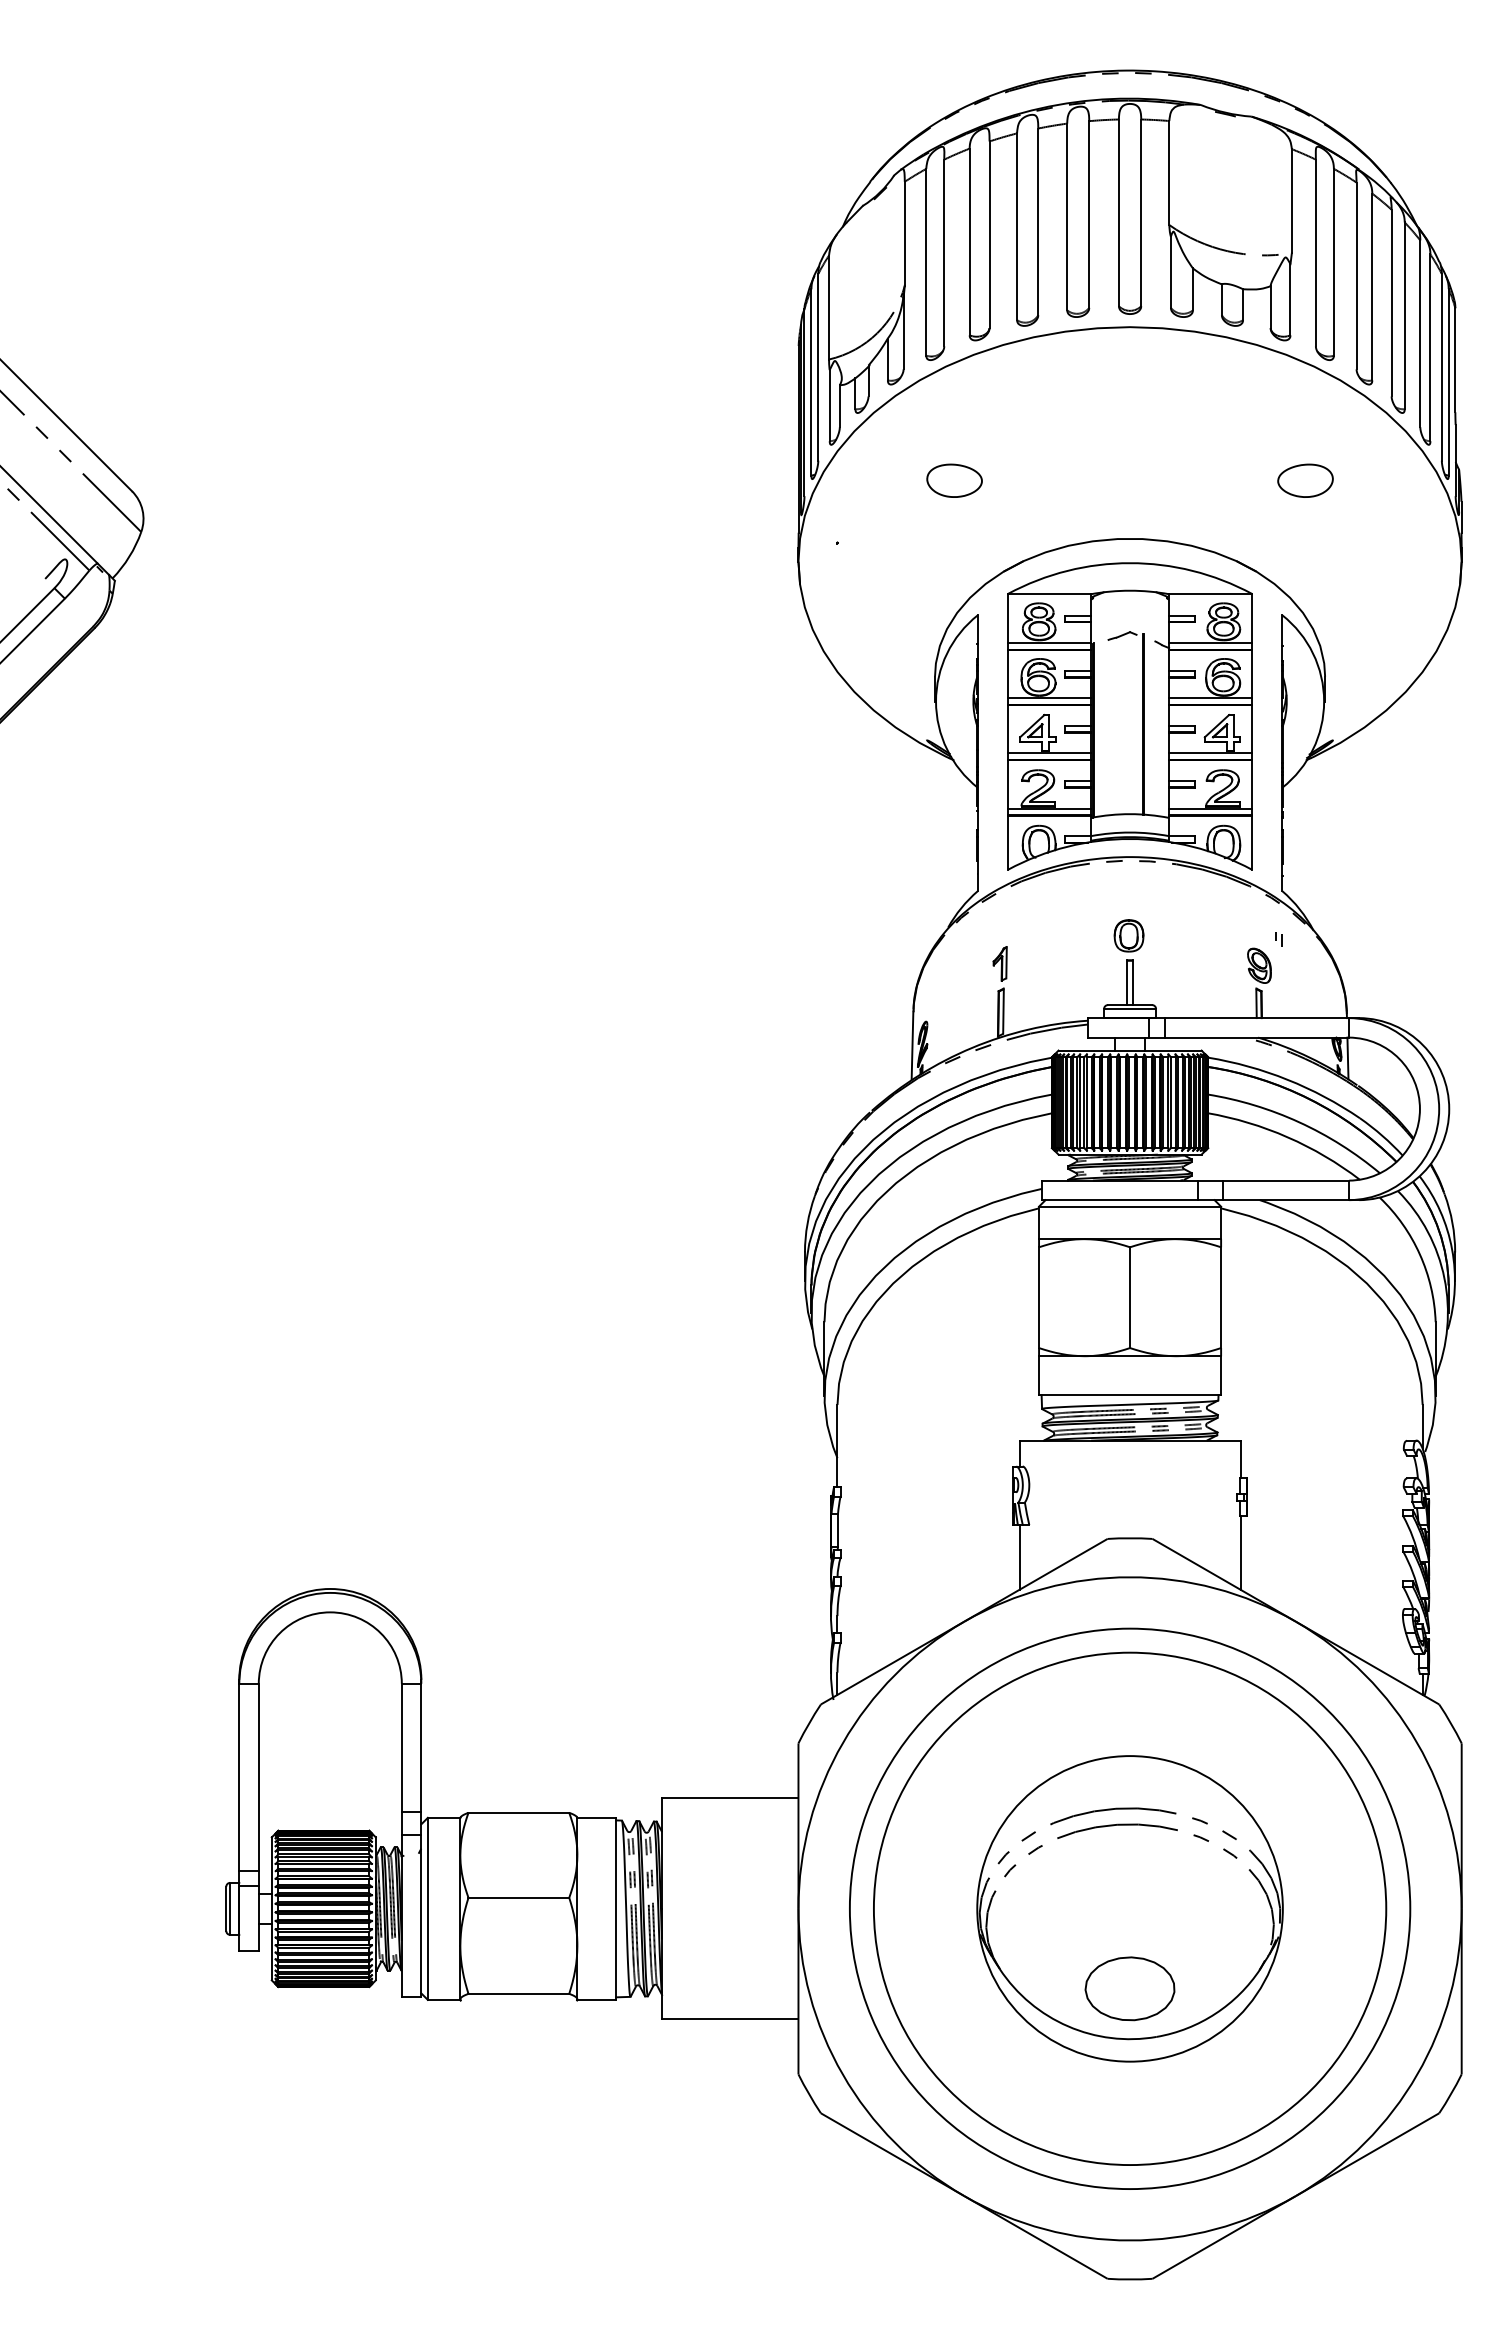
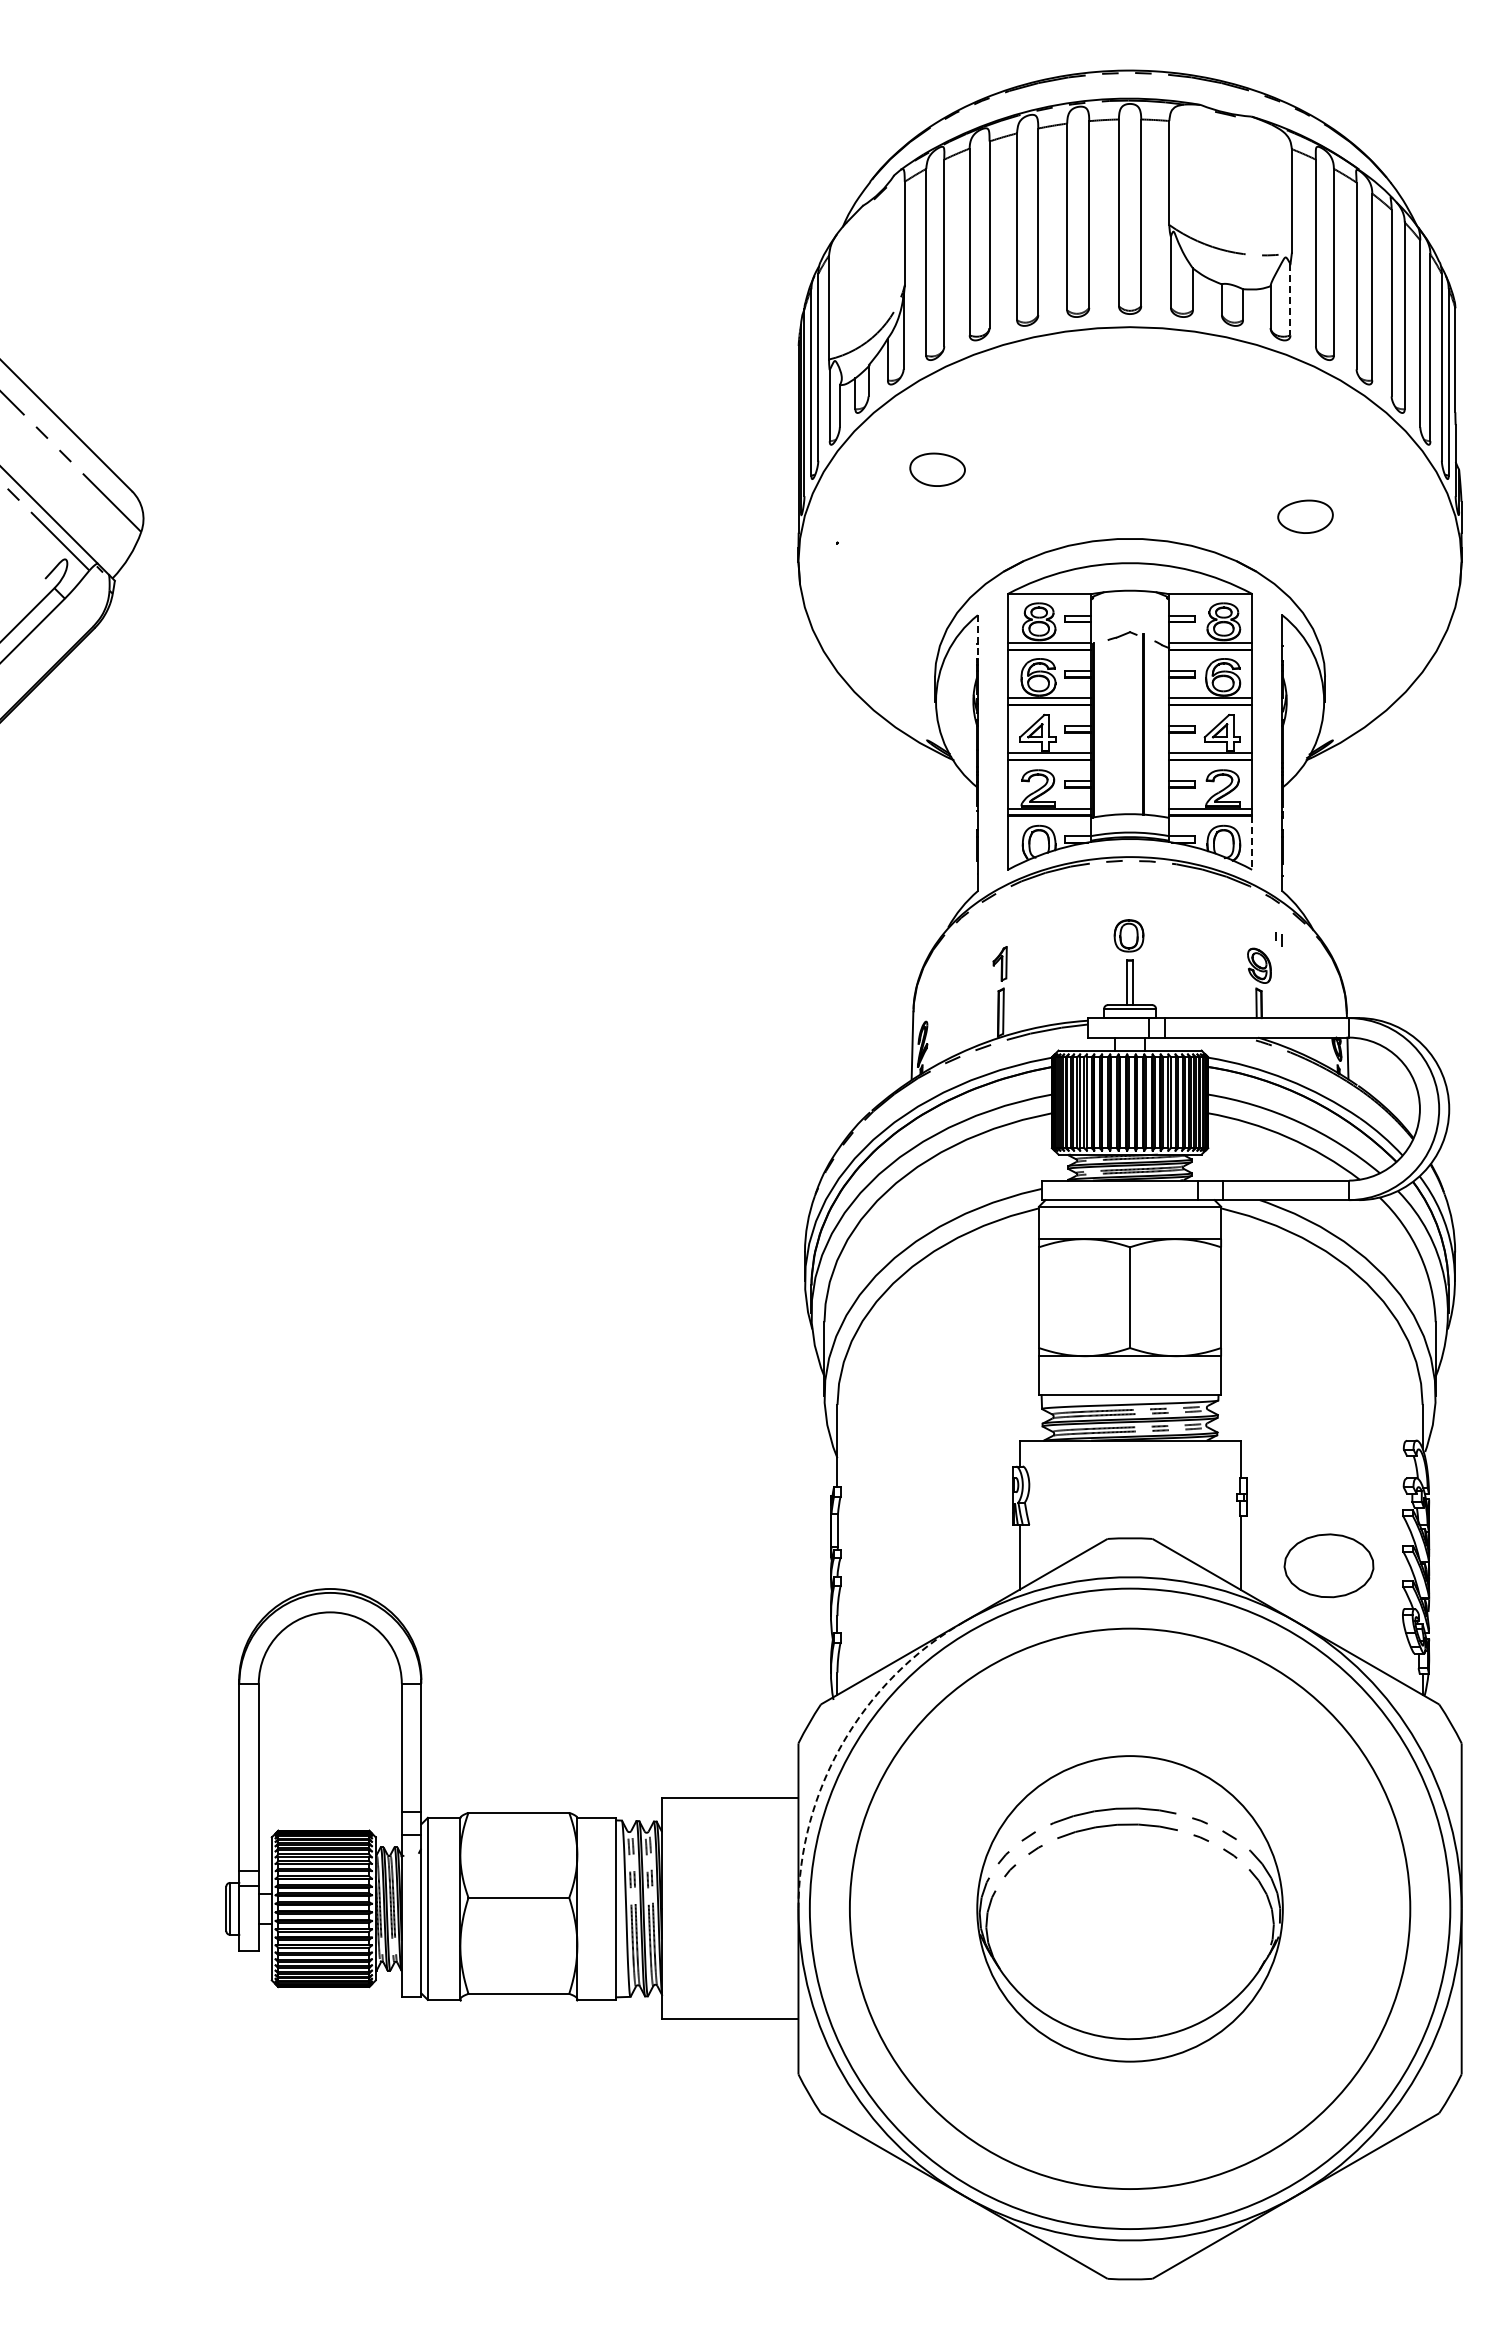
line at (1290, 299): solid -> dashed
part at (954, 480) position: (954, 480) -> (937, 469)
part at (1305, 480) position: (1305, 480) -> (1305, 516)
line at (977, 640): solid -> dashed
line at (1252, 843): solid -> dashed
arc at (842, 1743): solid -> dashed
circle at (1129, 1908) diameter: 512 px -> 640 px
part at (1129, 1988) position: (1129, 1988) -> (1328, 1565)
